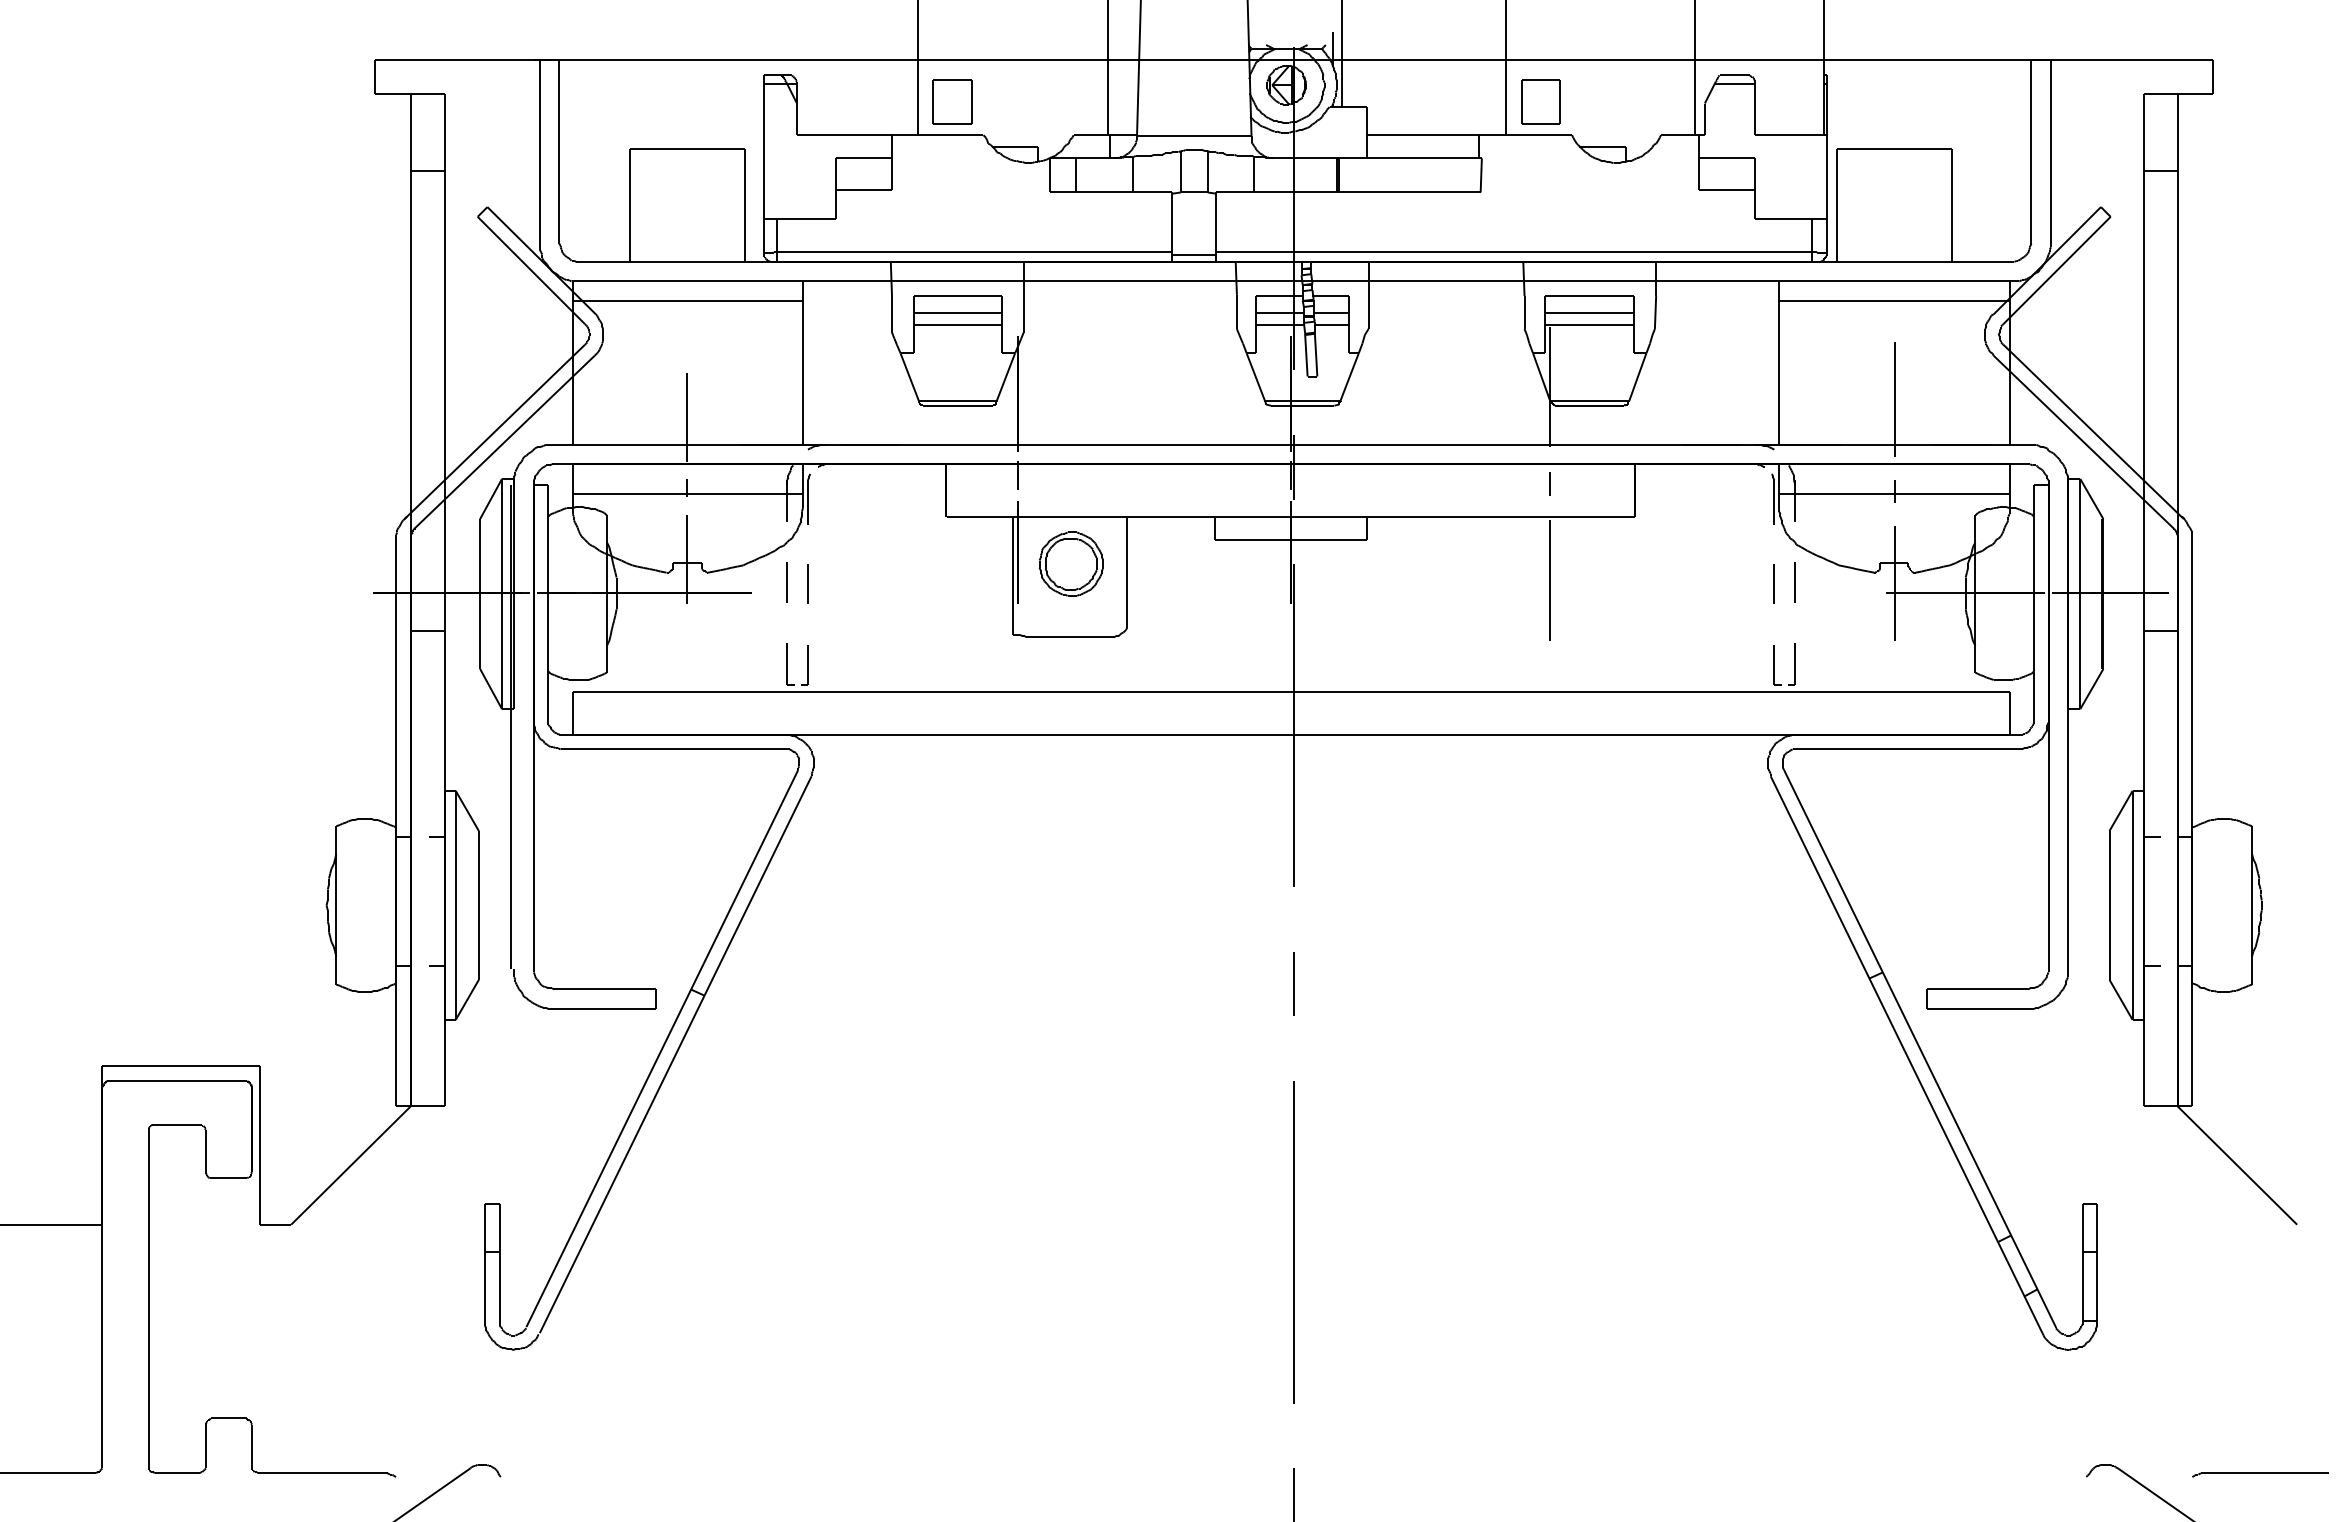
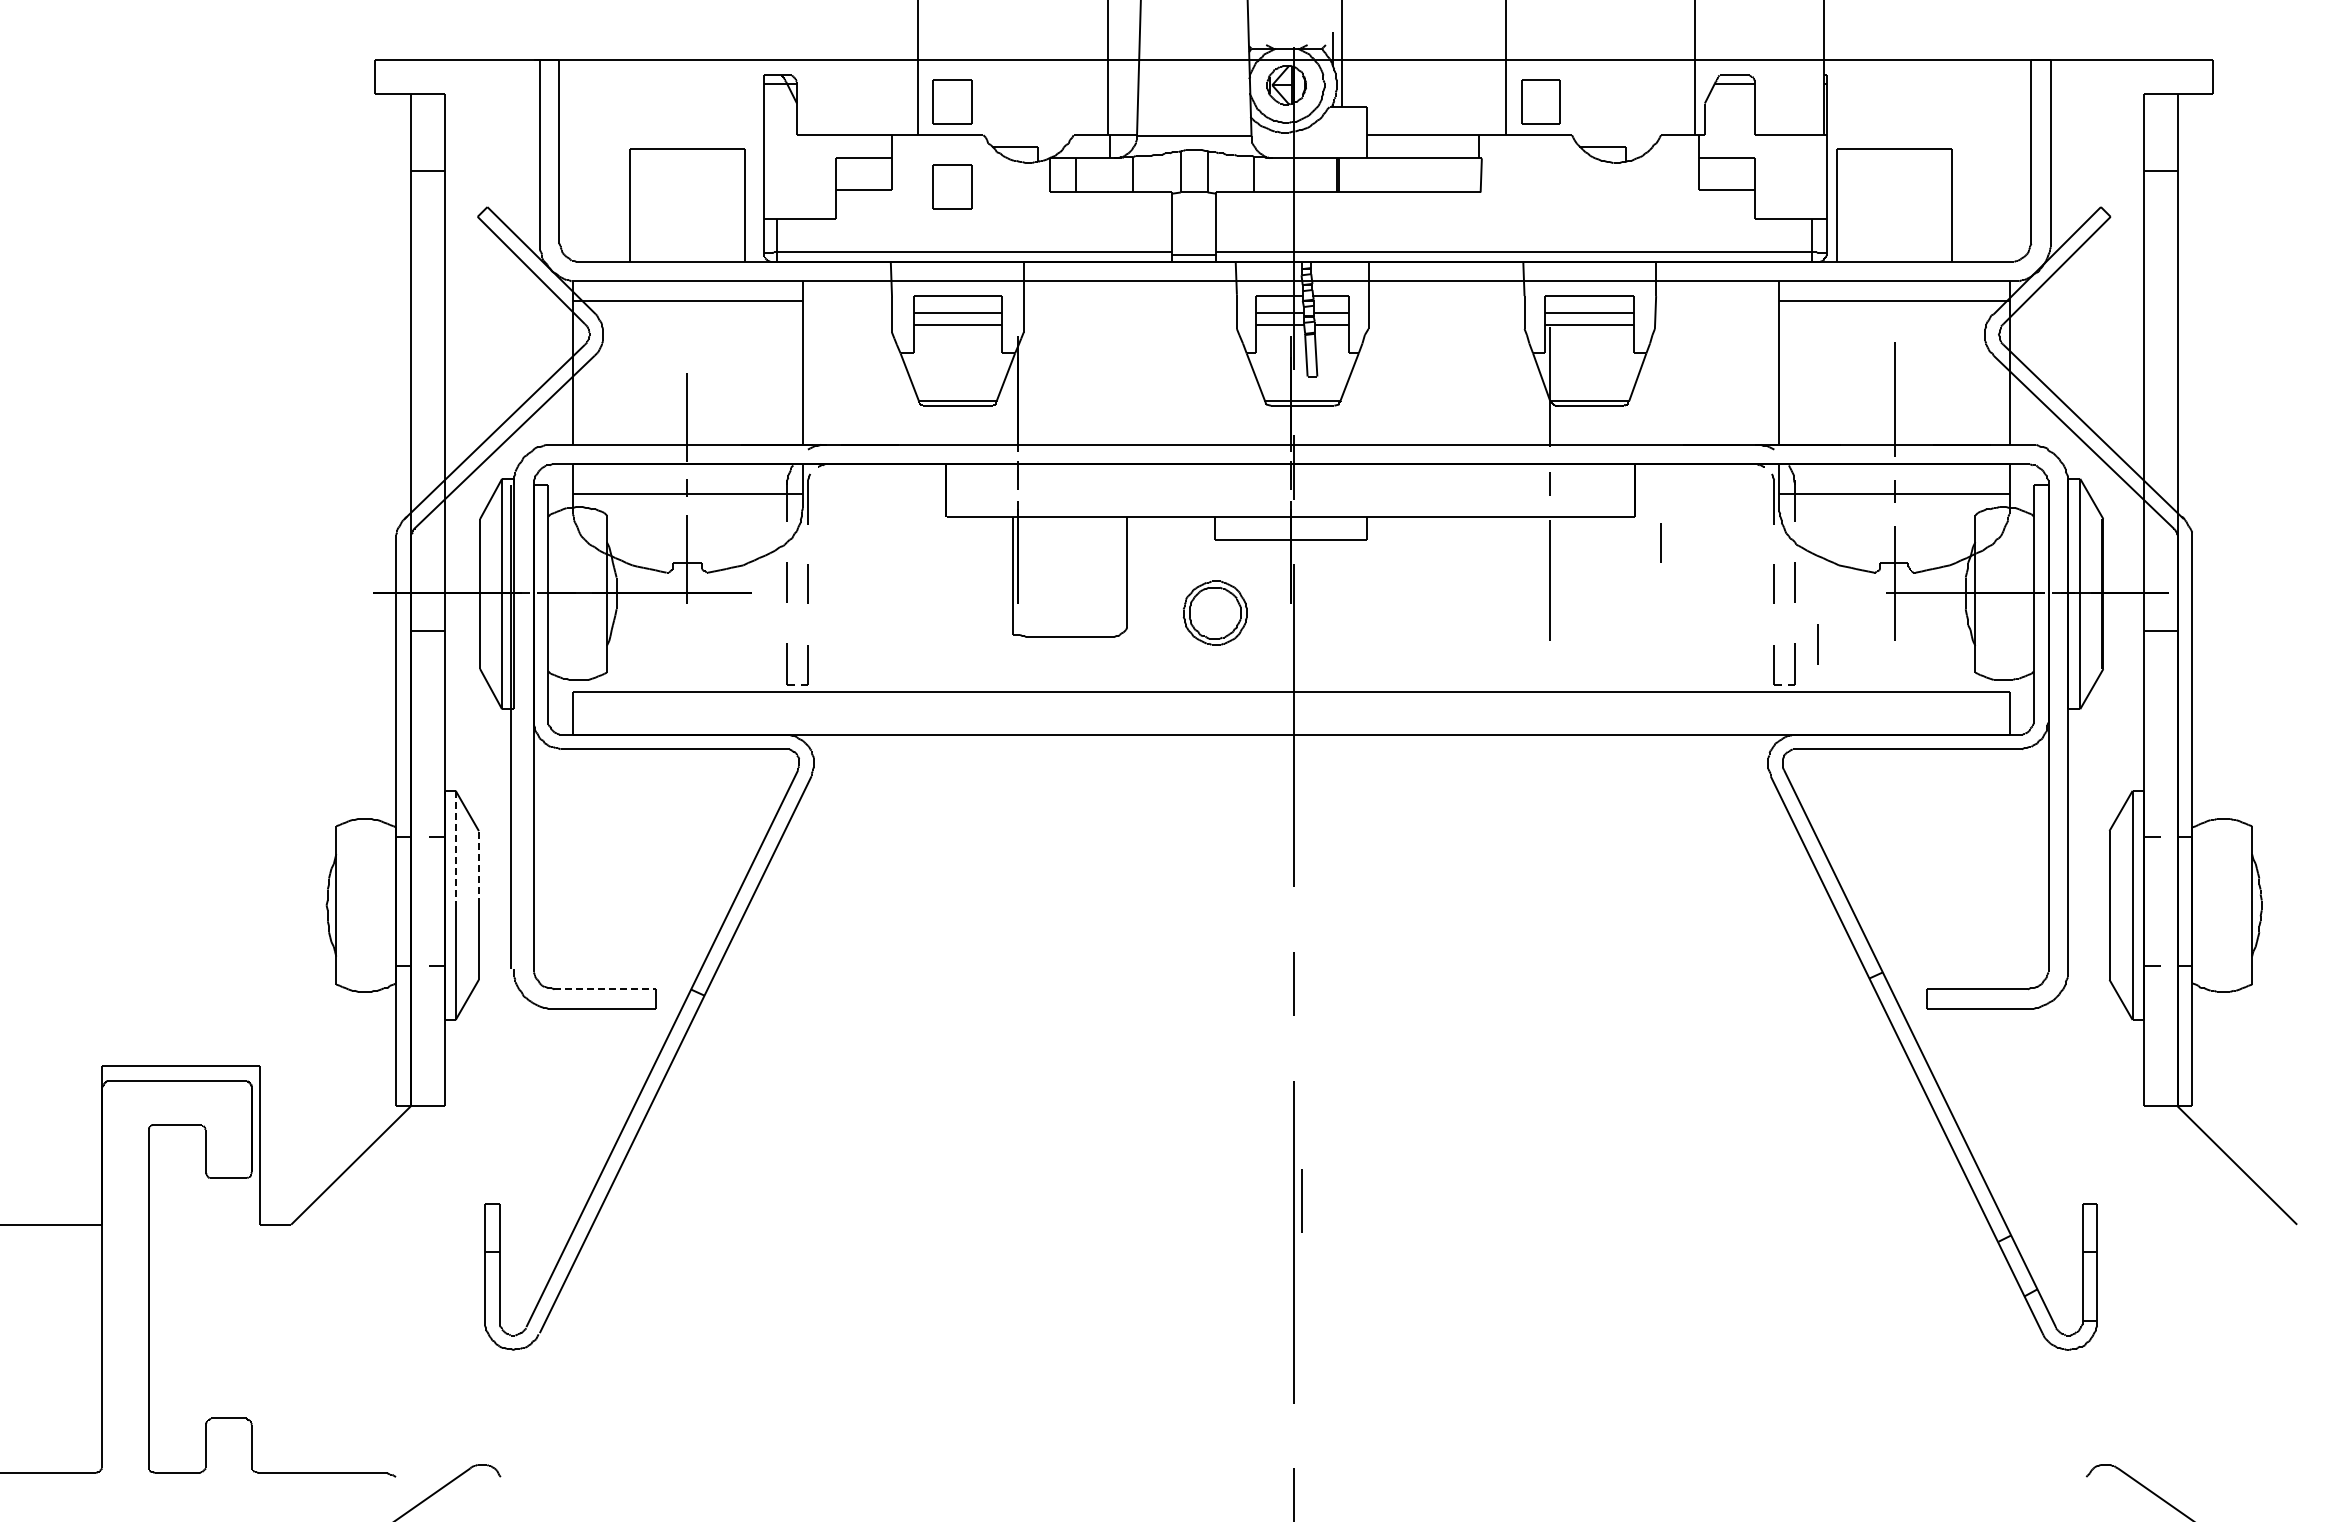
part at (952, 186): none -> present
line at (1660, 542): none -> present
part at (1070, 563) position: (1070, 563) -> (1214, 612)
line at (1817, 644): none -> present
line at (455, 848): solid -> dashed
line at (478, 867): solid -> dashed
line at (605, 989): solid -> dashed
line at (1301, 1200): none -> present
part at (2260, 1474): present -> none
